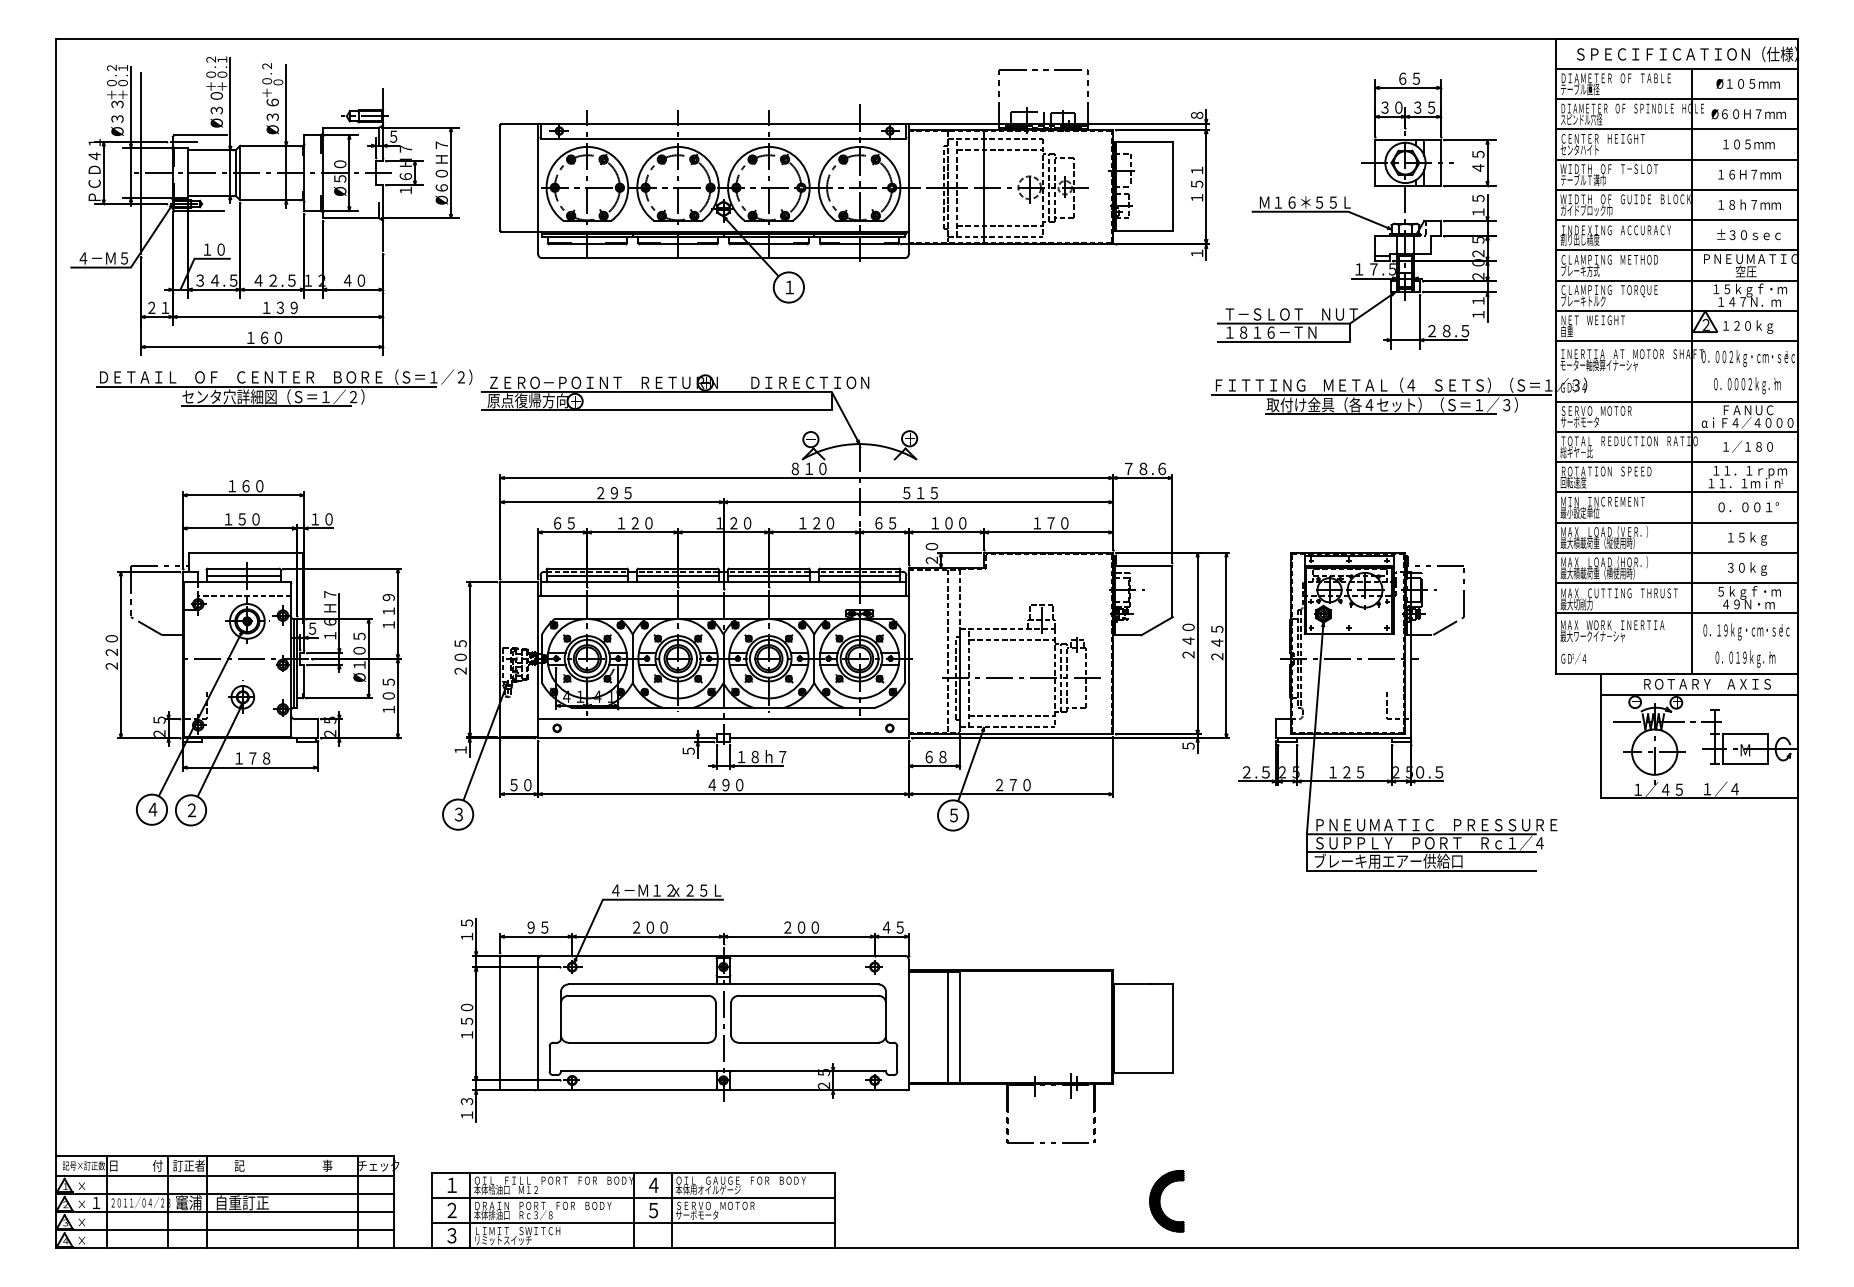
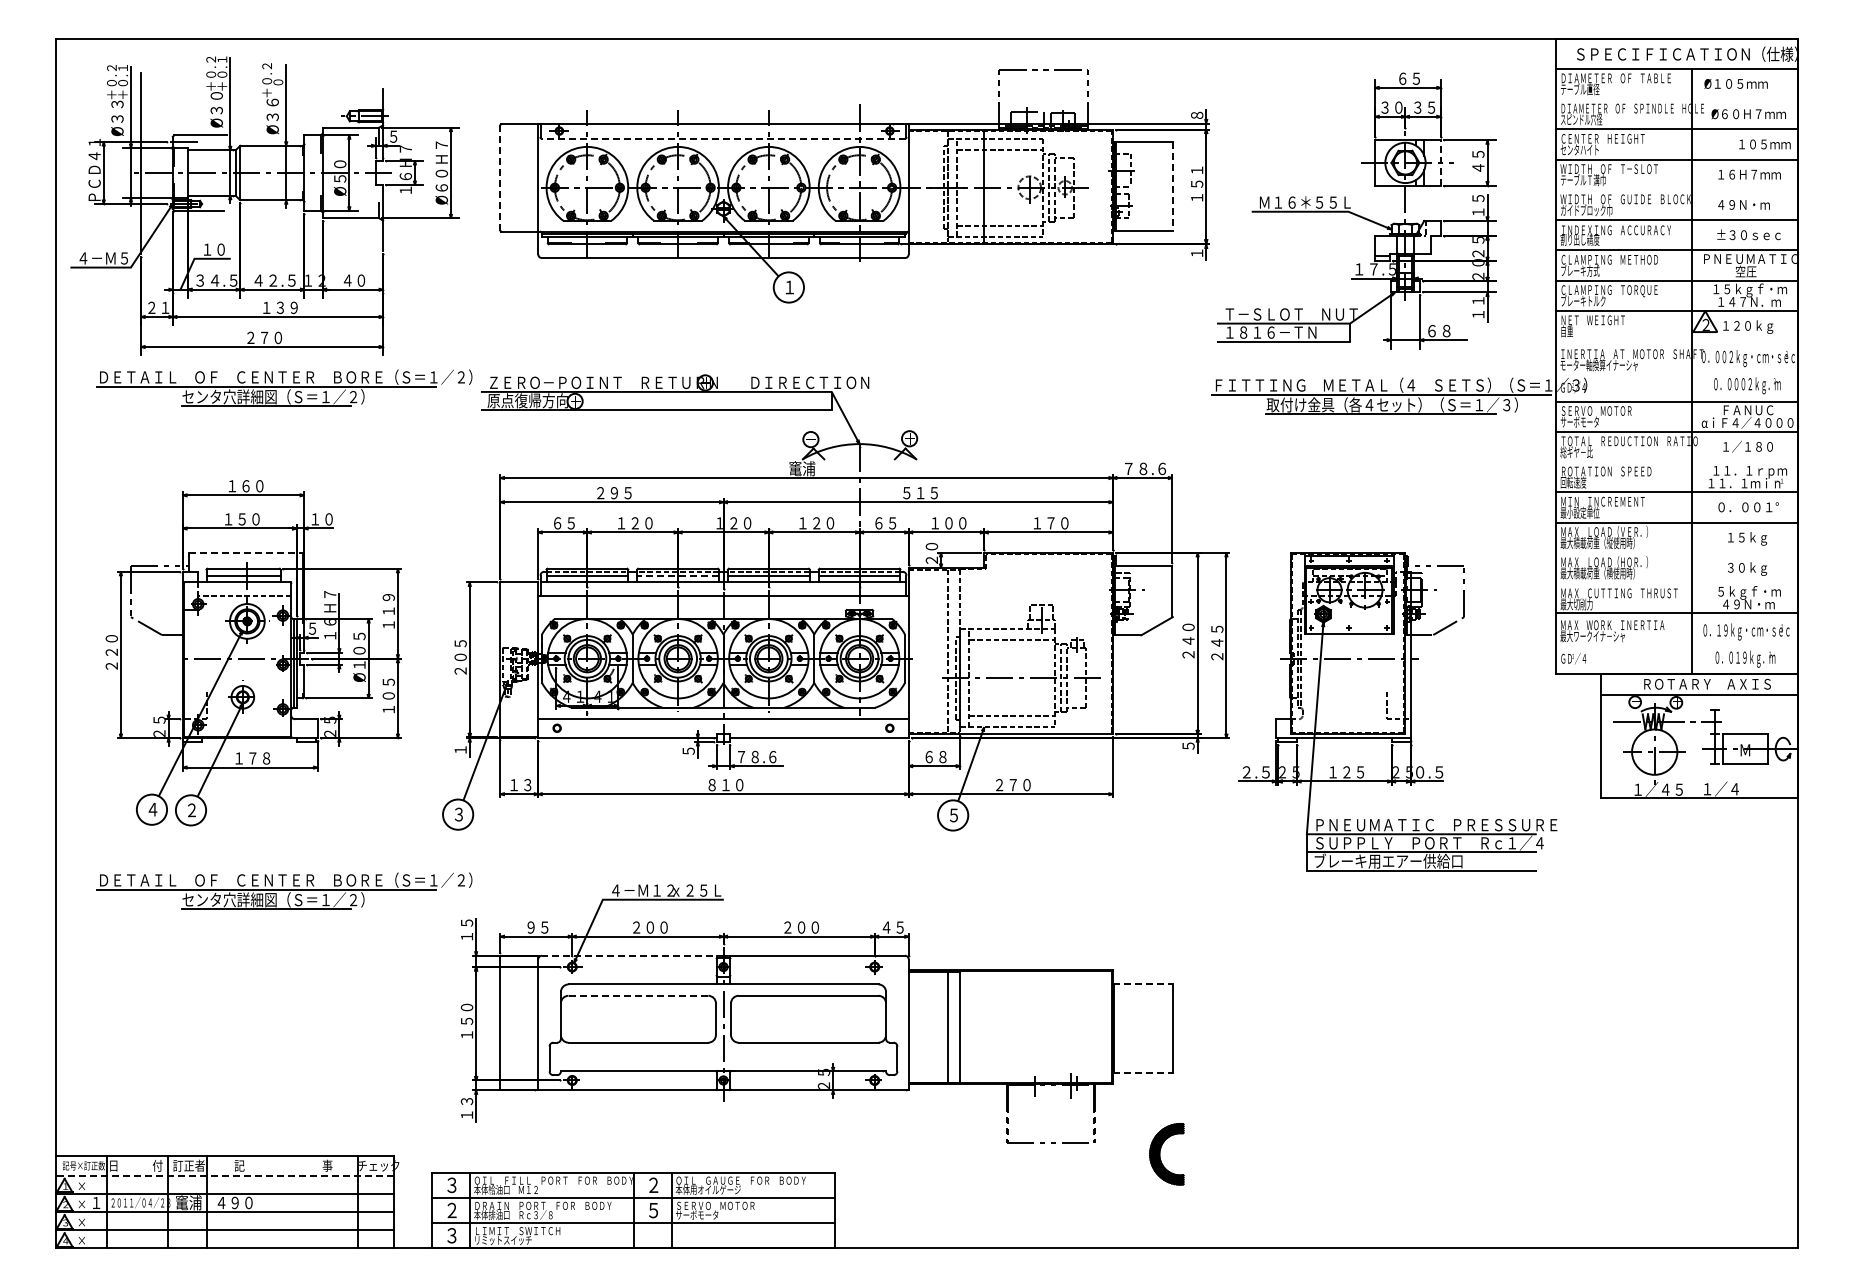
text at (1747, 83) position: (1747, 83) -> (1735, 83)
line at (1676, 99): present -> none
line at (723, 138): solid -> dashed
text at (1748, 144) position: (1748, 144) -> (1764, 144)
line at (1440, 162): solid -> dashed
line at (500, 177): solid -> dashed
line at (1172, 186): solid -> dashed
line at (1676, 189): present -> none
text at (1749, 204): １８ｈ７ｍｍ -> ４９Ｎ・ｍ
text at (1448, 331): ２８.５ -> ６８
text at (257, 337): １６０ -> ２７０
line at (1676, 341): present -> none
line at (1676, 462): present -> none
text at (807, 468): ８１０ -> 竃浦
line at (246, 552): solid -> dashed
line at (1676, 552): present -> none
line at (678, 576): solid -> dashed
line at (1676, 583): present -> none
text at (762, 756): １８ｈ７ -> ７８.６
text at (718, 784): ４９０ -> ８１０
text at (520, 785): ５０ -> １３
part at (284, 890): none -> present
line at (632, 955): solid -> dashed
line at (1142, 984): solid -> dashed
line at (638, 995): solid -> dashed
line at (1142, 1072): solid -> dashed
line at (224, 1175): solid -> dashed
text at (653, 1184): ４ -> ２
text at (451, 1185): １ -> ３
part at (1166, 1201) position: (1166, 1201) -> (1166, 1154)
text at (242, 1202): 自重訂正 -> ４９０
